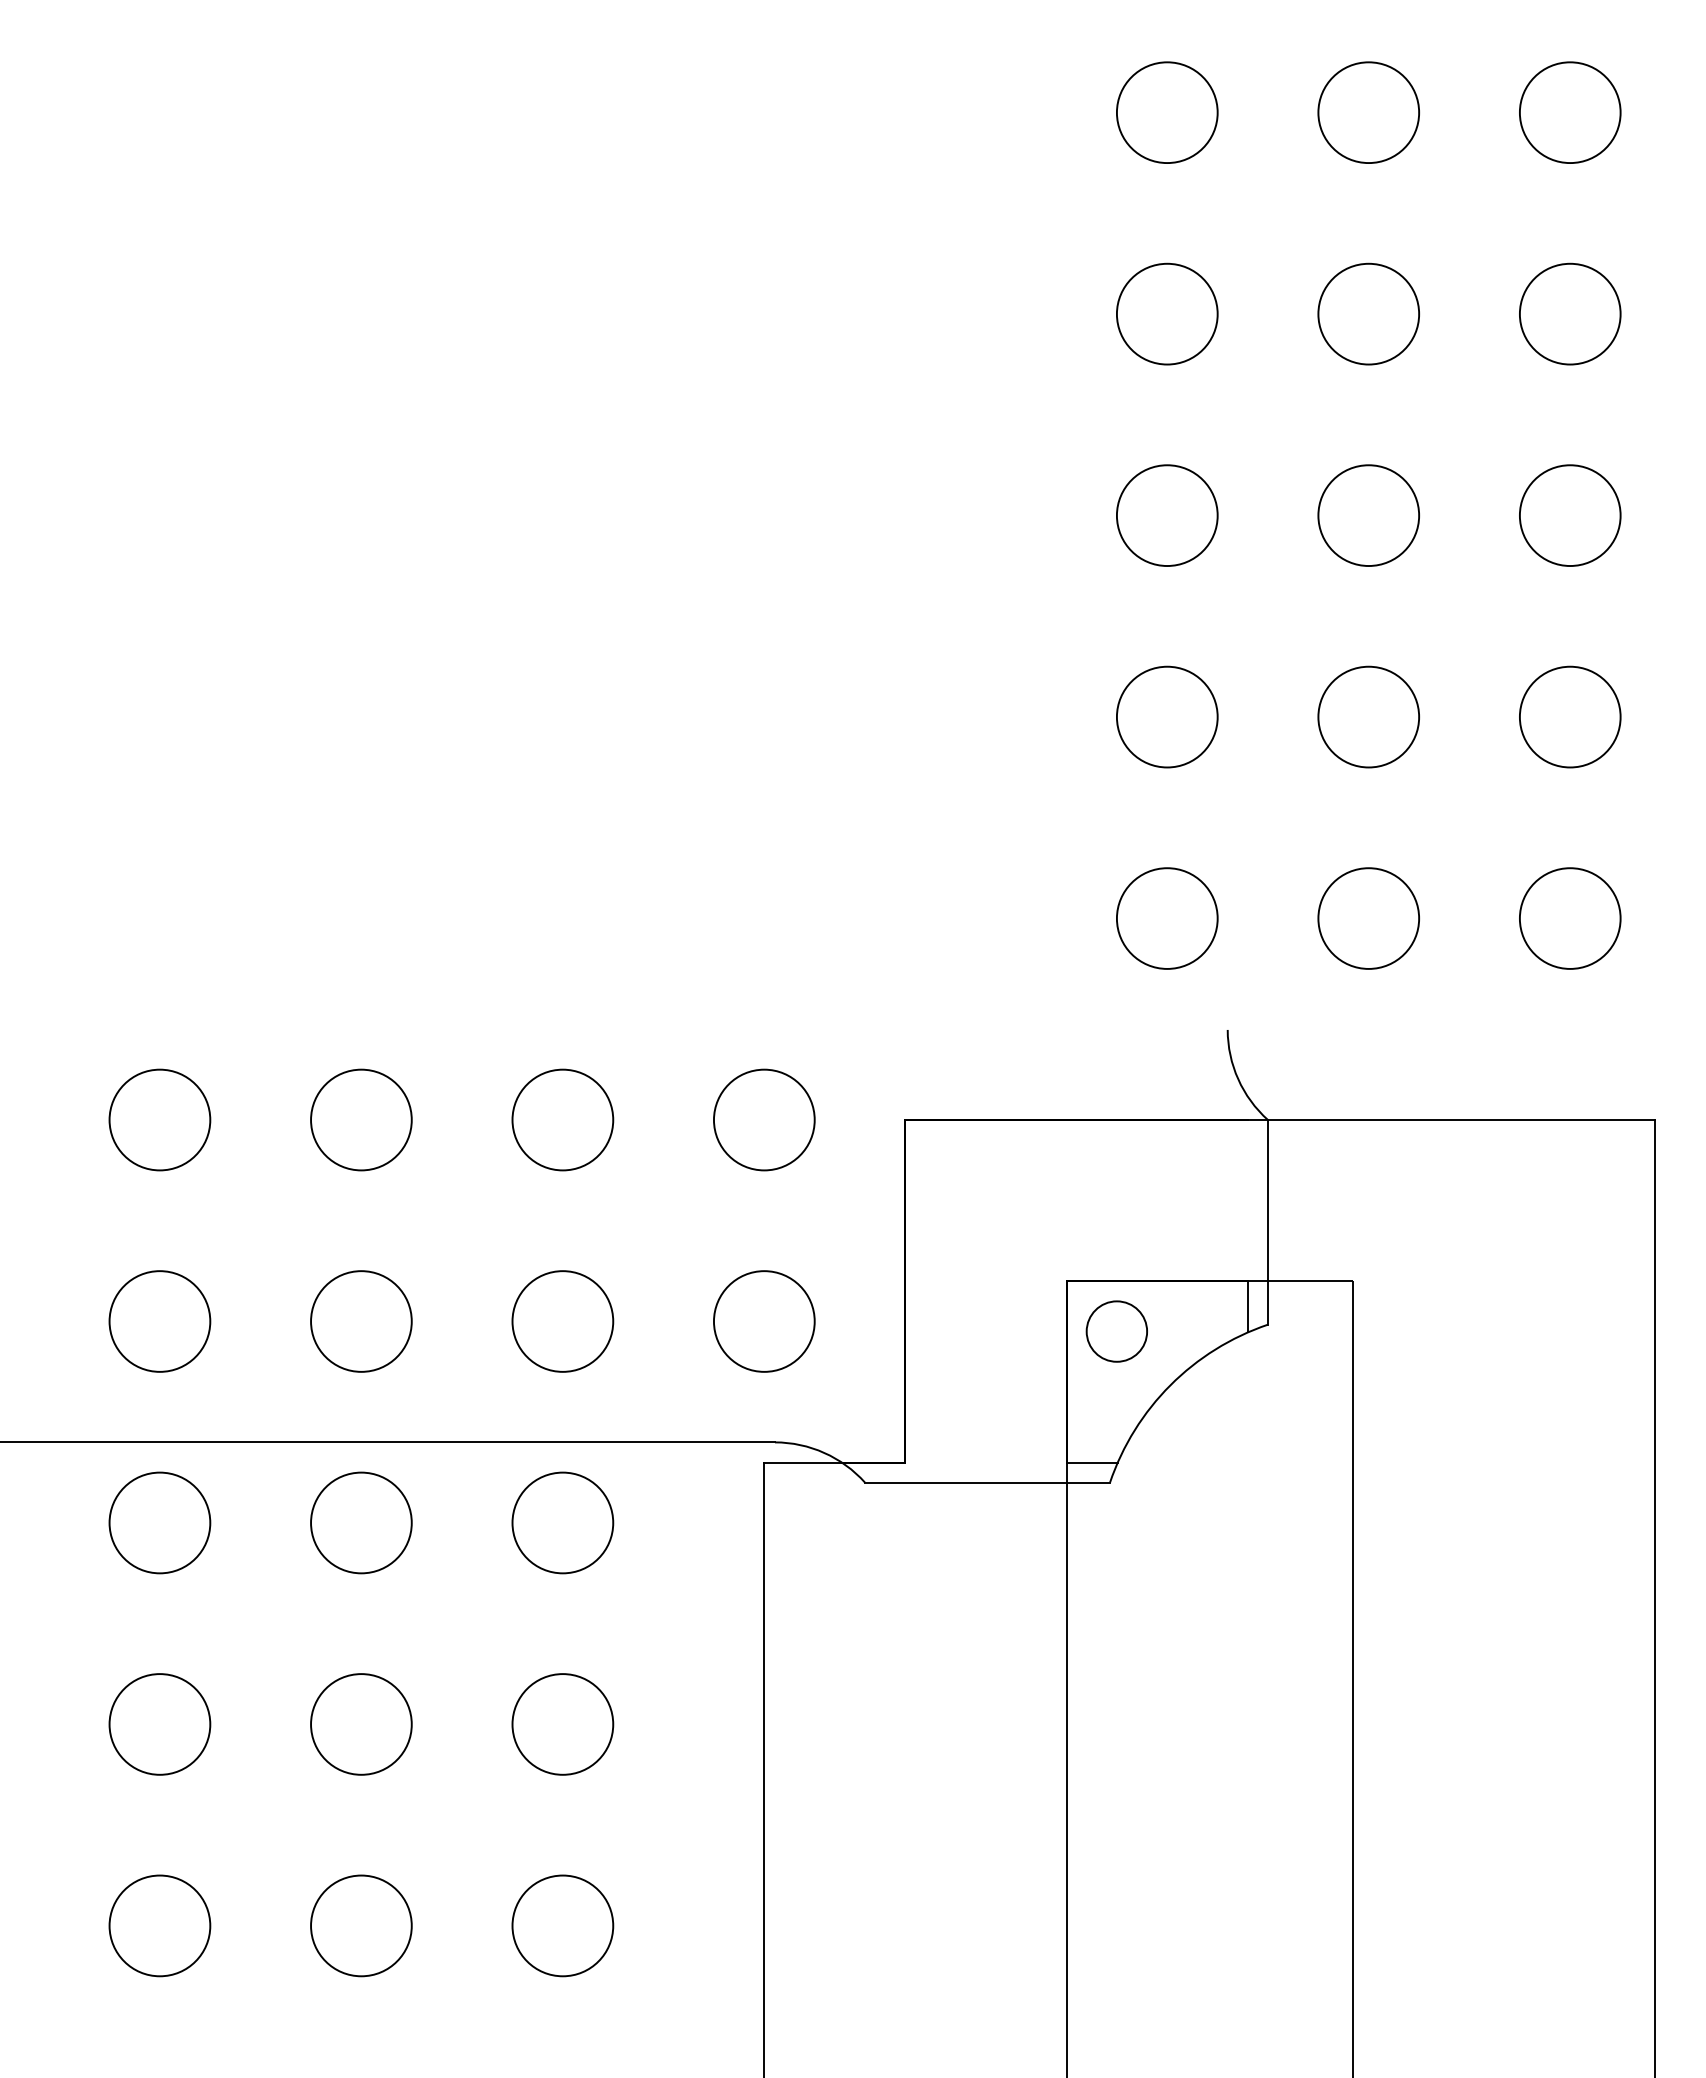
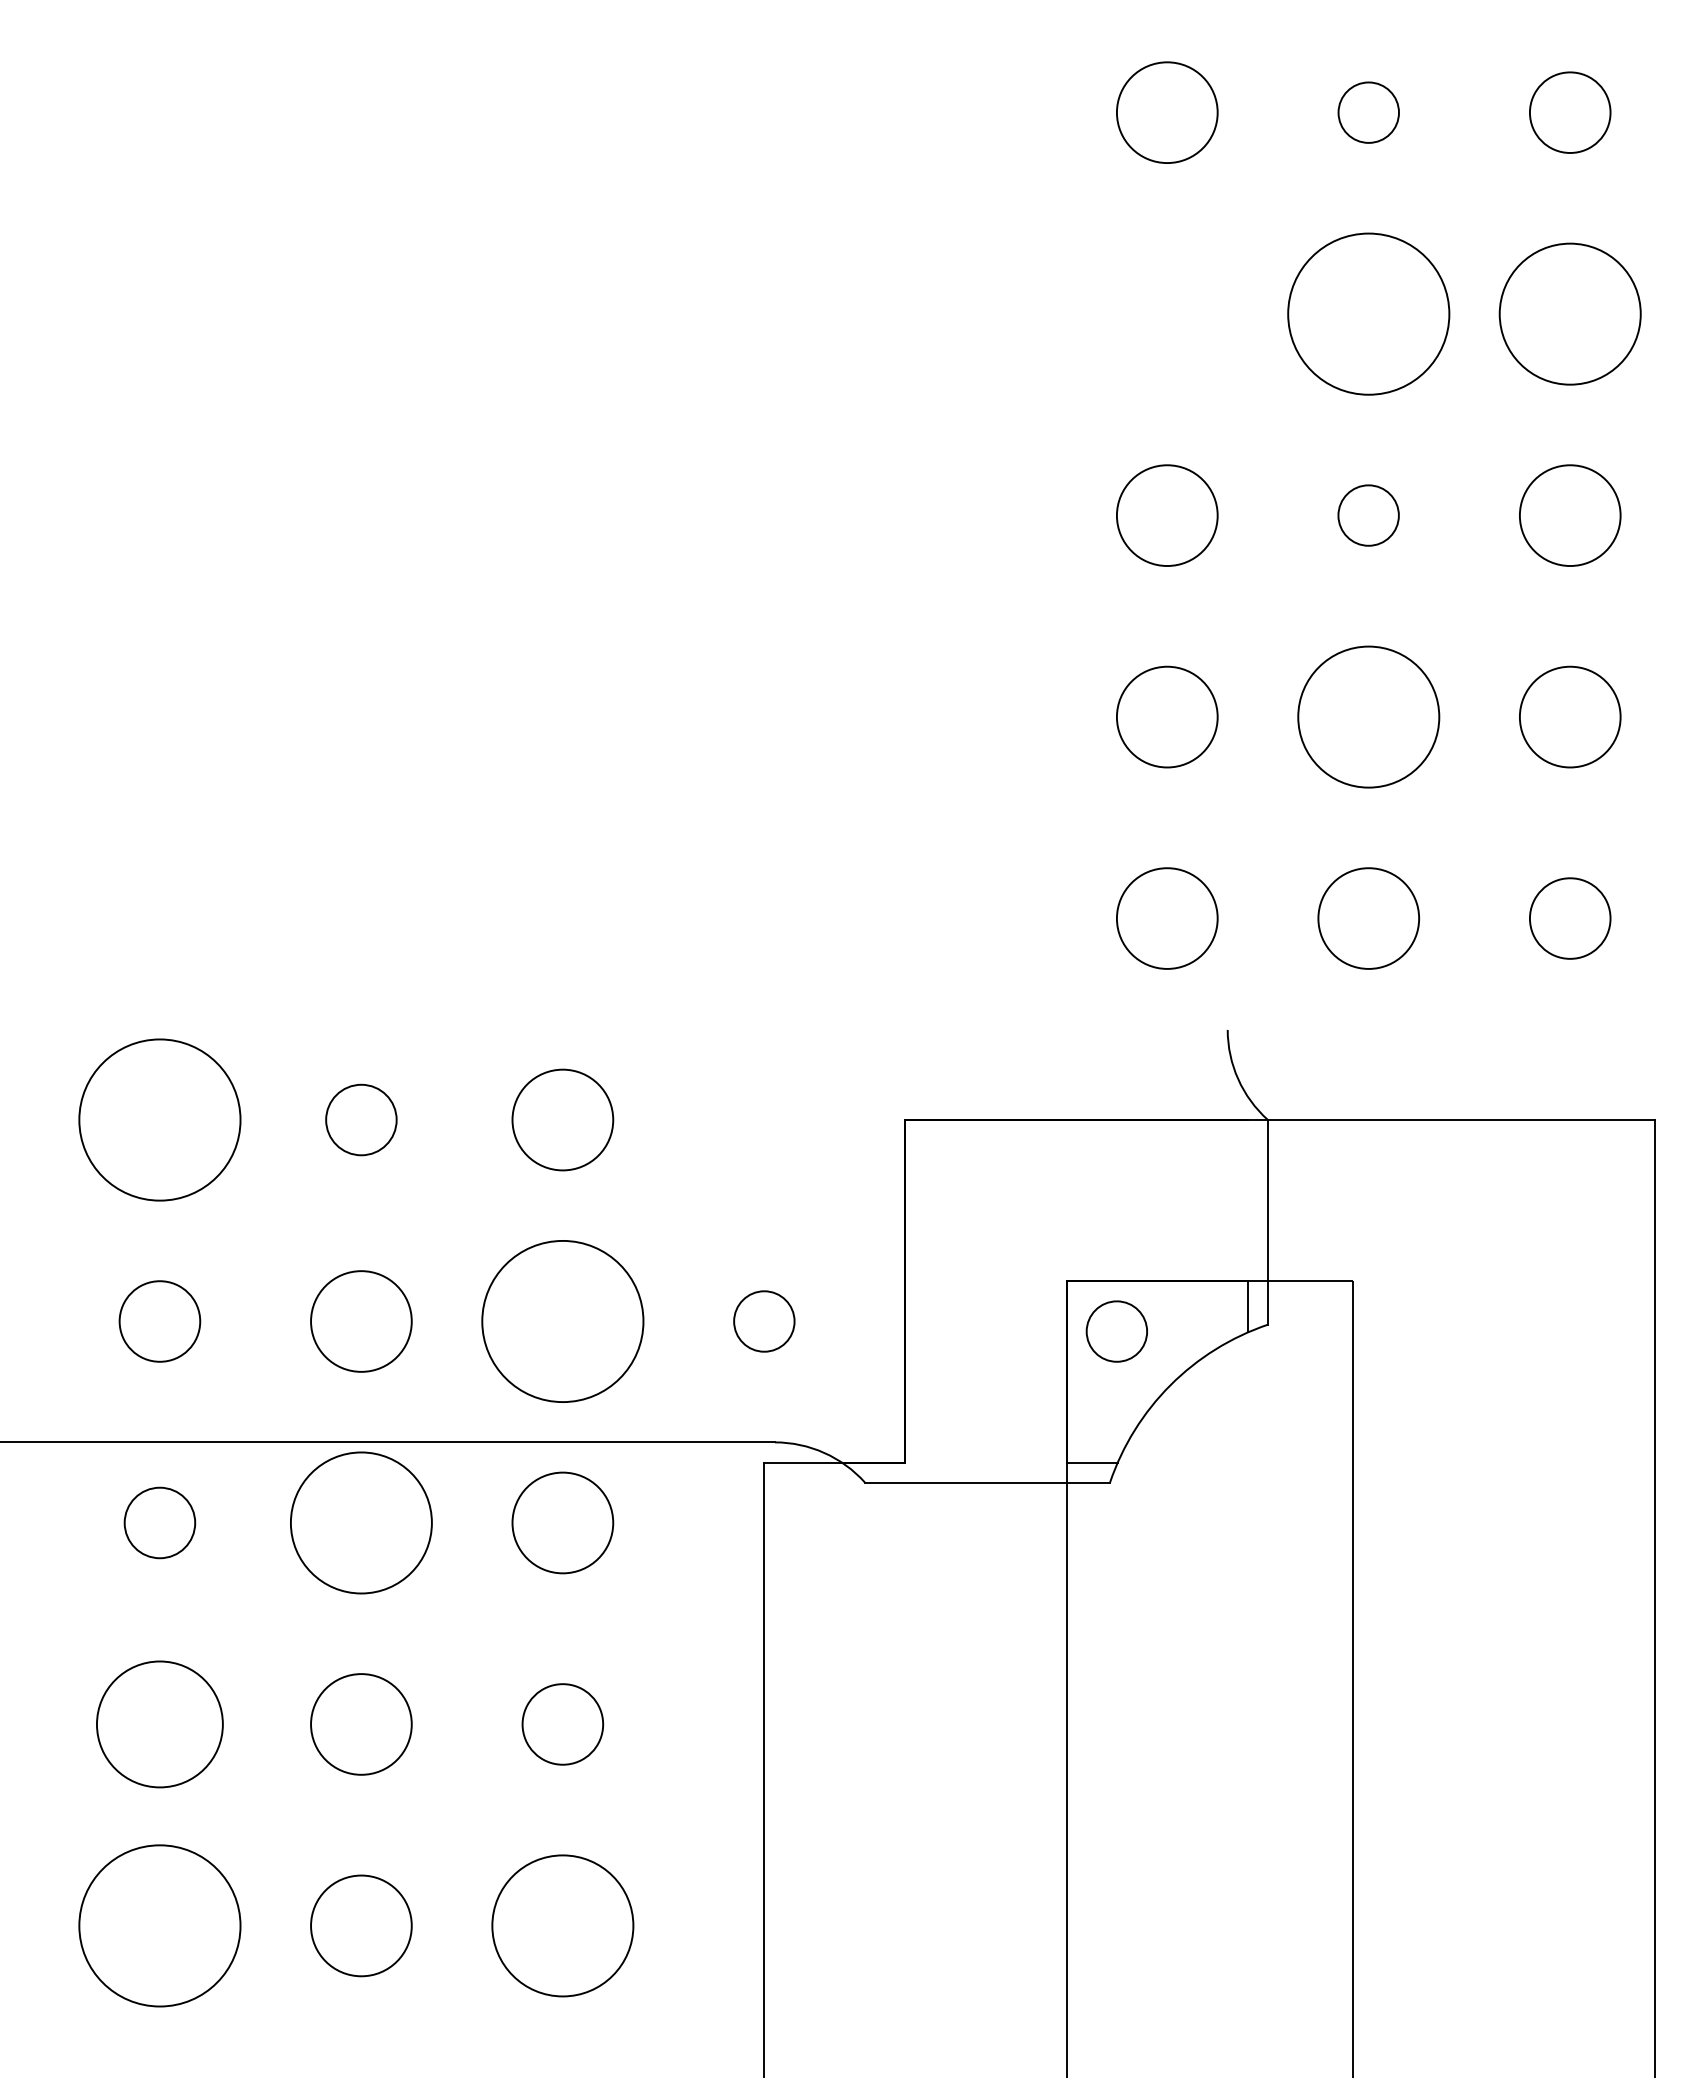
circle at (1368, 112) diameter: 101 px -> 60 px
circle at (1569, 112) diameter: 101 px -> 81 px
circle at (1167, 313): present -> none
circle at (1368, 313) diameter: 101 px -> 161 px
circle at (1569, 313) diameter: 101 px -> 141 px
circle at (1368, 515) size: 103x103 px -> 63x63 px
circle at (1368, 716) diameter: 101 px -> 141 px
circle at (1569, 918) diameter: 101 px -> 81 px
circle at (159, 1119) diameter: 101 px -> 161 px
circle at (361, 1119) diameter: 101 px -> 71 px
circle at (764, 1119): present -> none
circle at (159, 1321) diameter: 101 px -> 81 px
circle at (562, 1321) diameter: 101 px -> 161 px
circle at (763, 1321) diameter: 101 px -> 60 px
circle at (159, 1522) size: 104x104 px -> 74x74 px
circle at (361, 1522) diameter: 101 px -> 141 px
circle at (159, 1724) diameter: 101 px -> 126 px
circle at (562, 1724) diameter: 101 px -> 81 px
circle at (159, 1925) diameter: 101 px -> 161 px
circle at (562, 1925) diameter: 101 px -> 141 px
